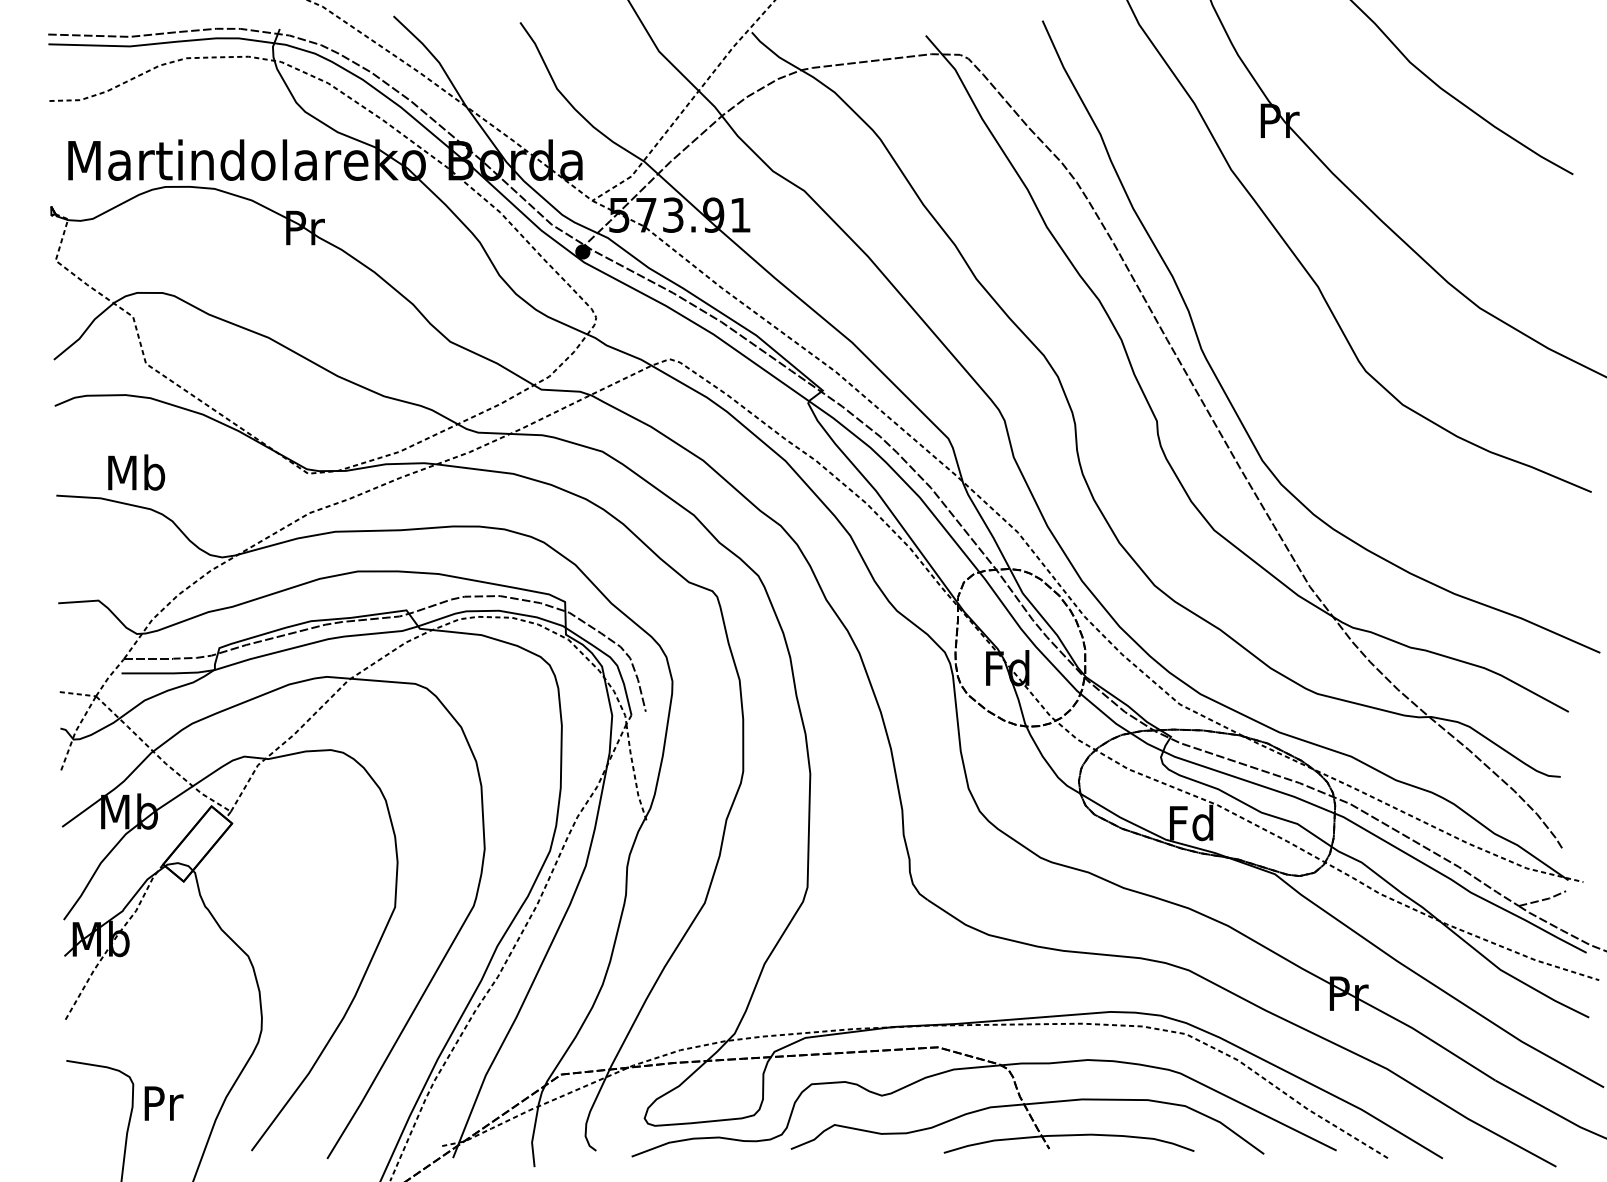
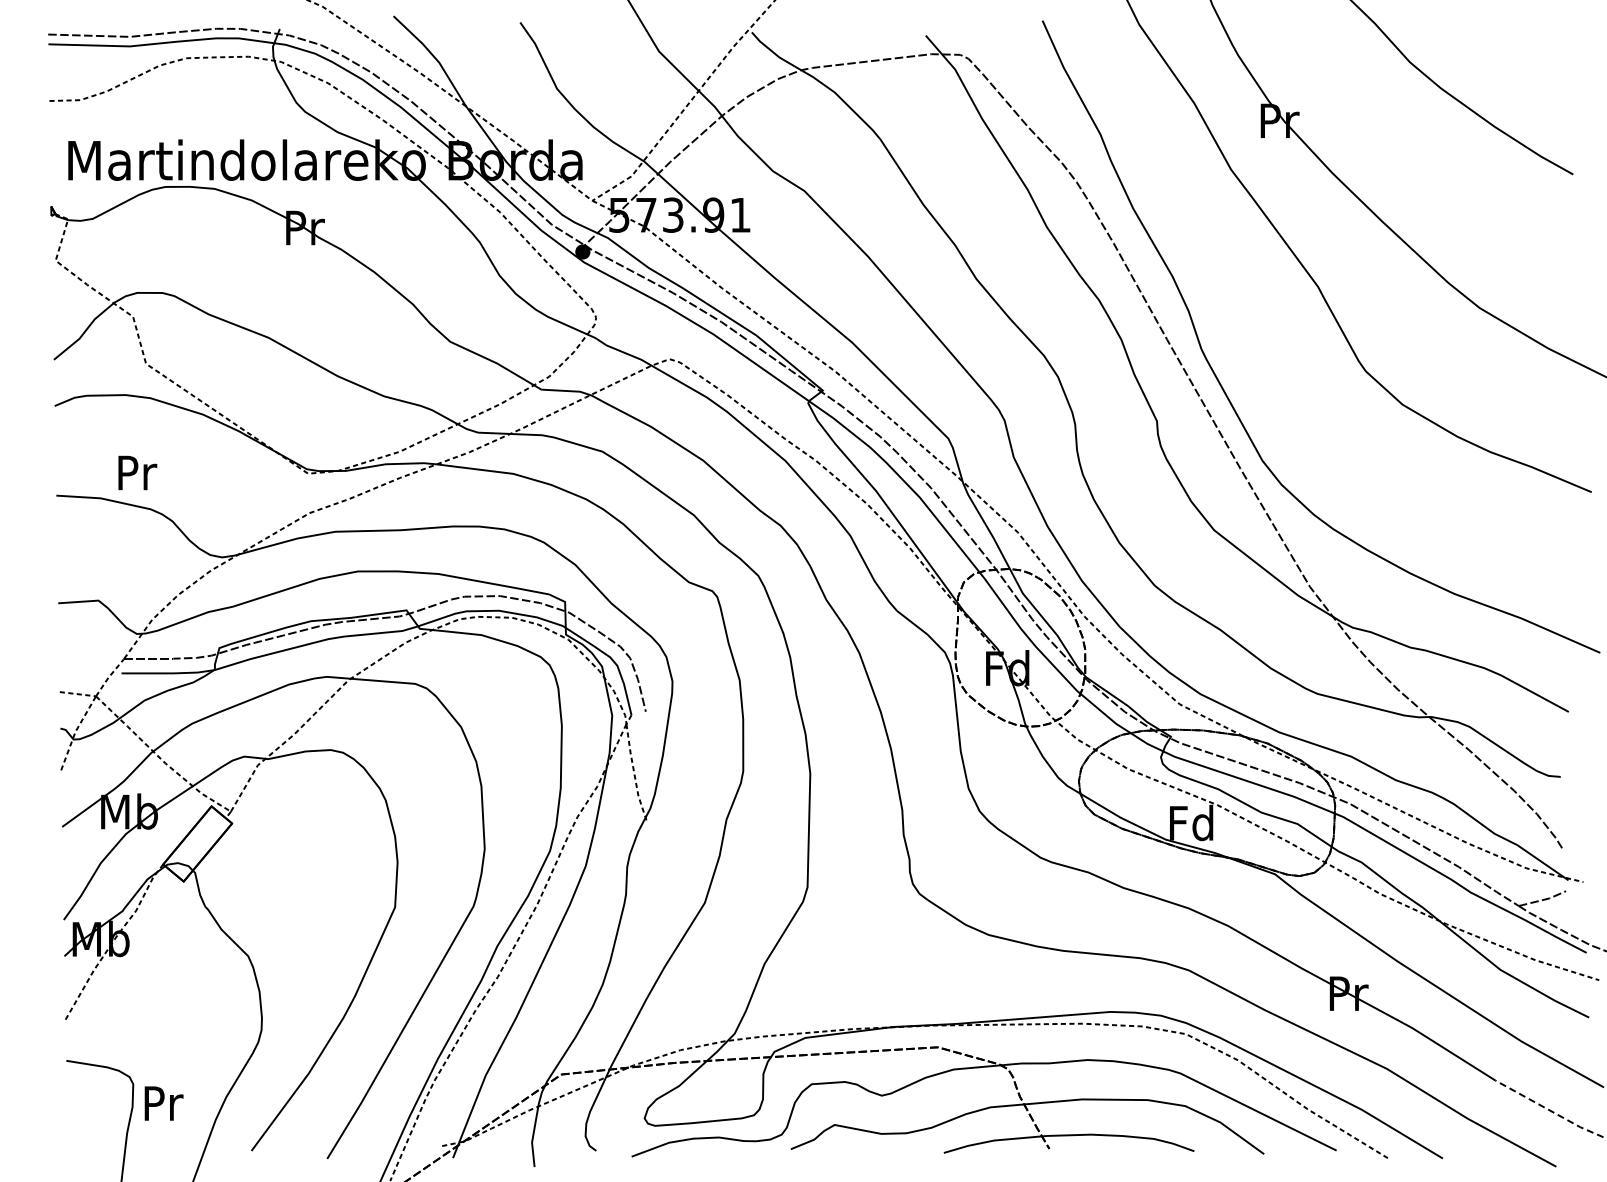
text at (136, 472): Mb -> Pr
line at (1550, 1110): solid -> dashed
